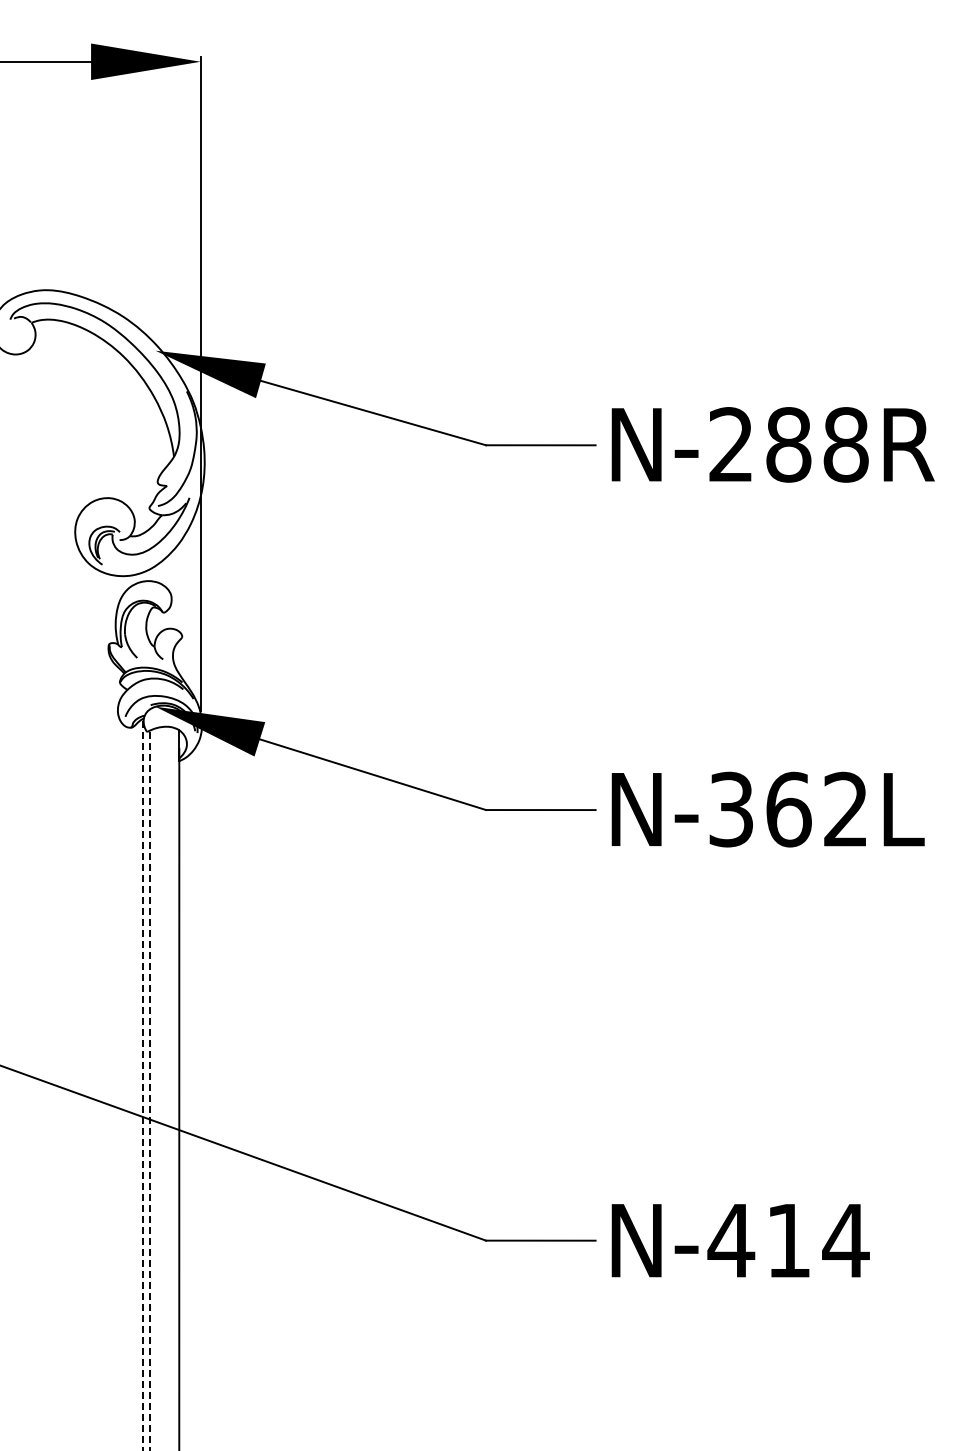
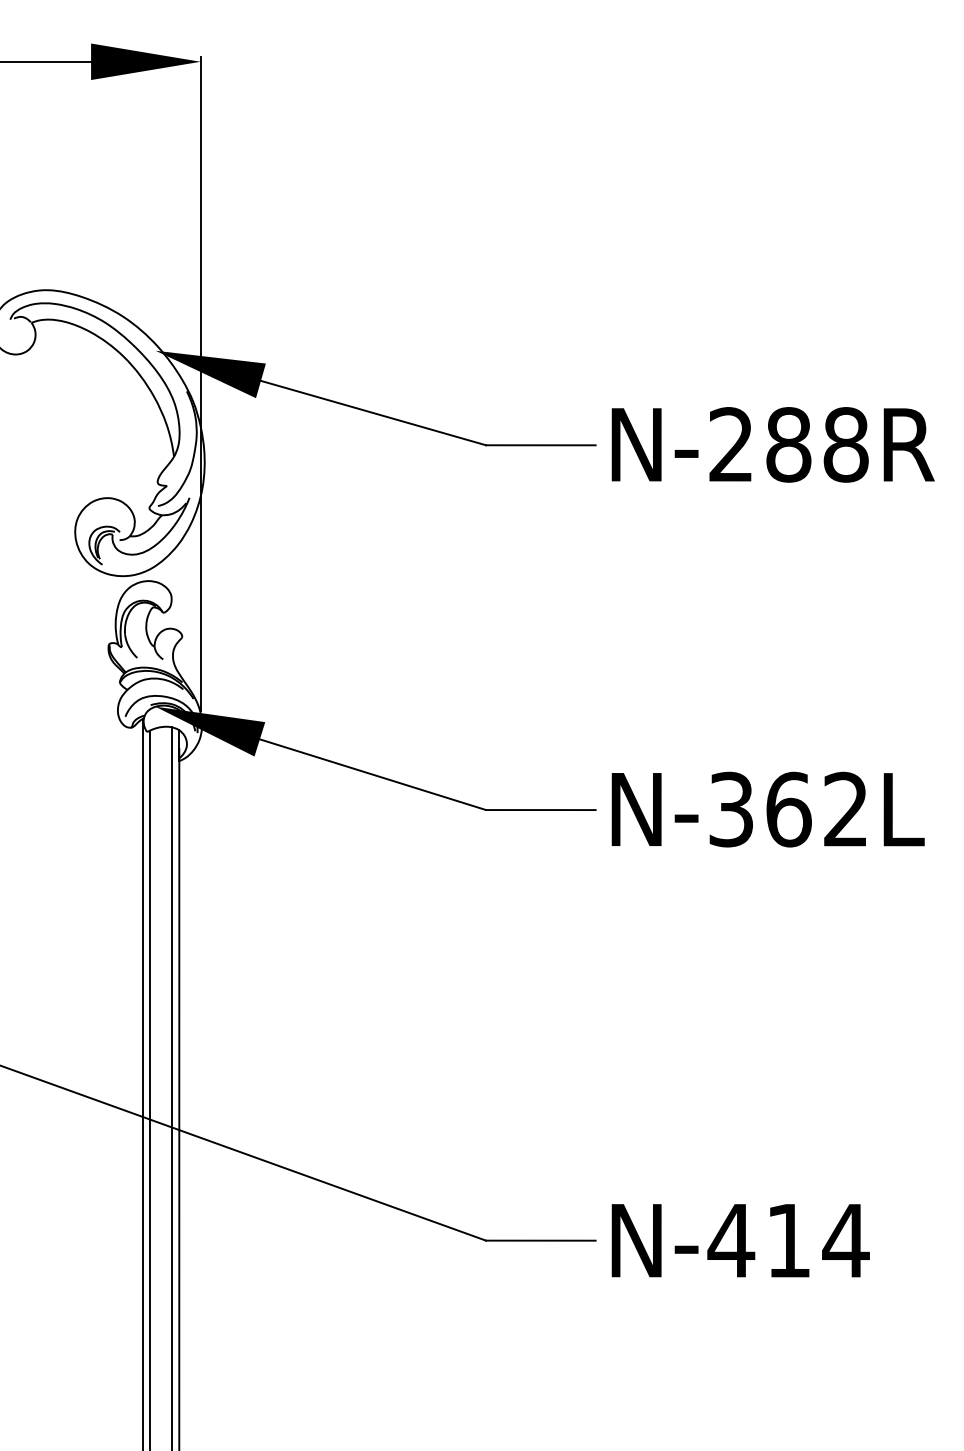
line at (142, 1084): dashed -> solid
line at (172, 1087): none -> present
line at (150, 1090): dashed -> solid
